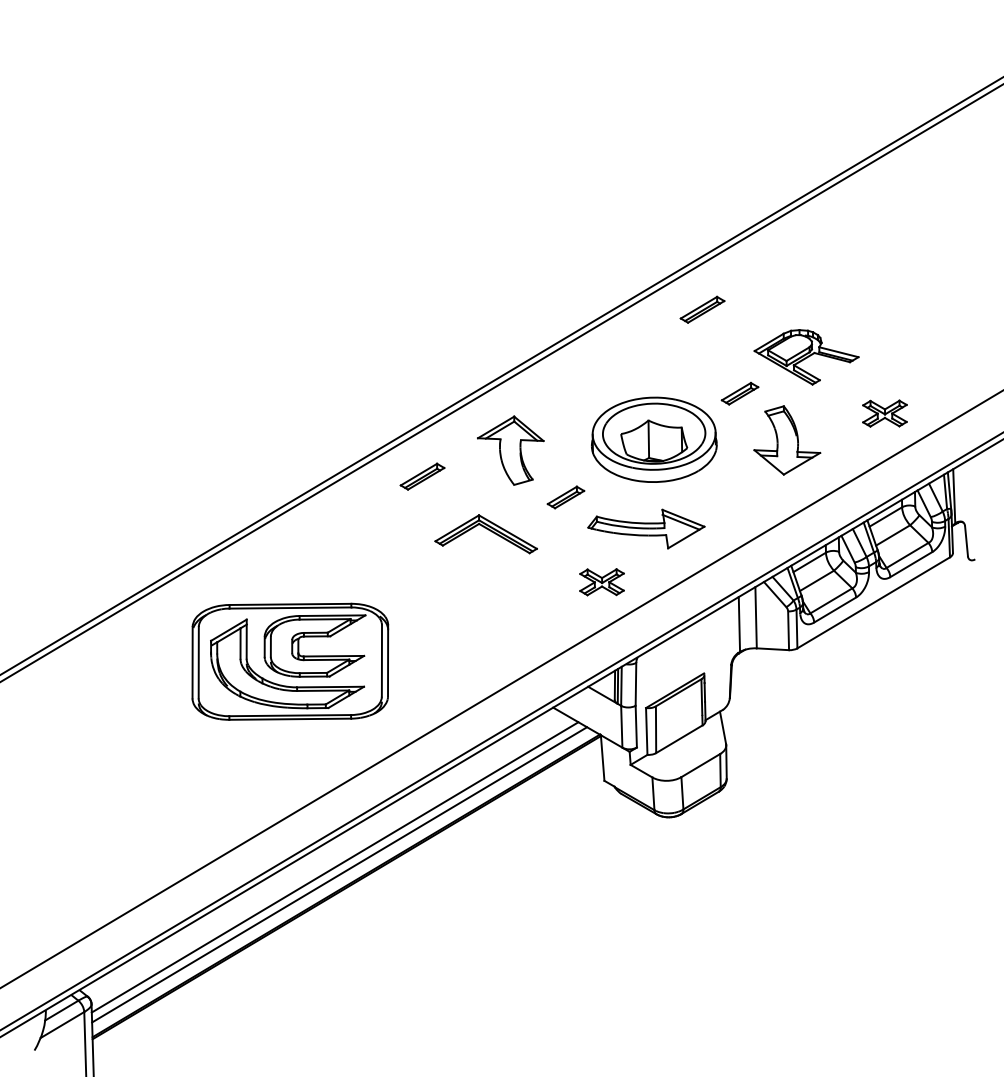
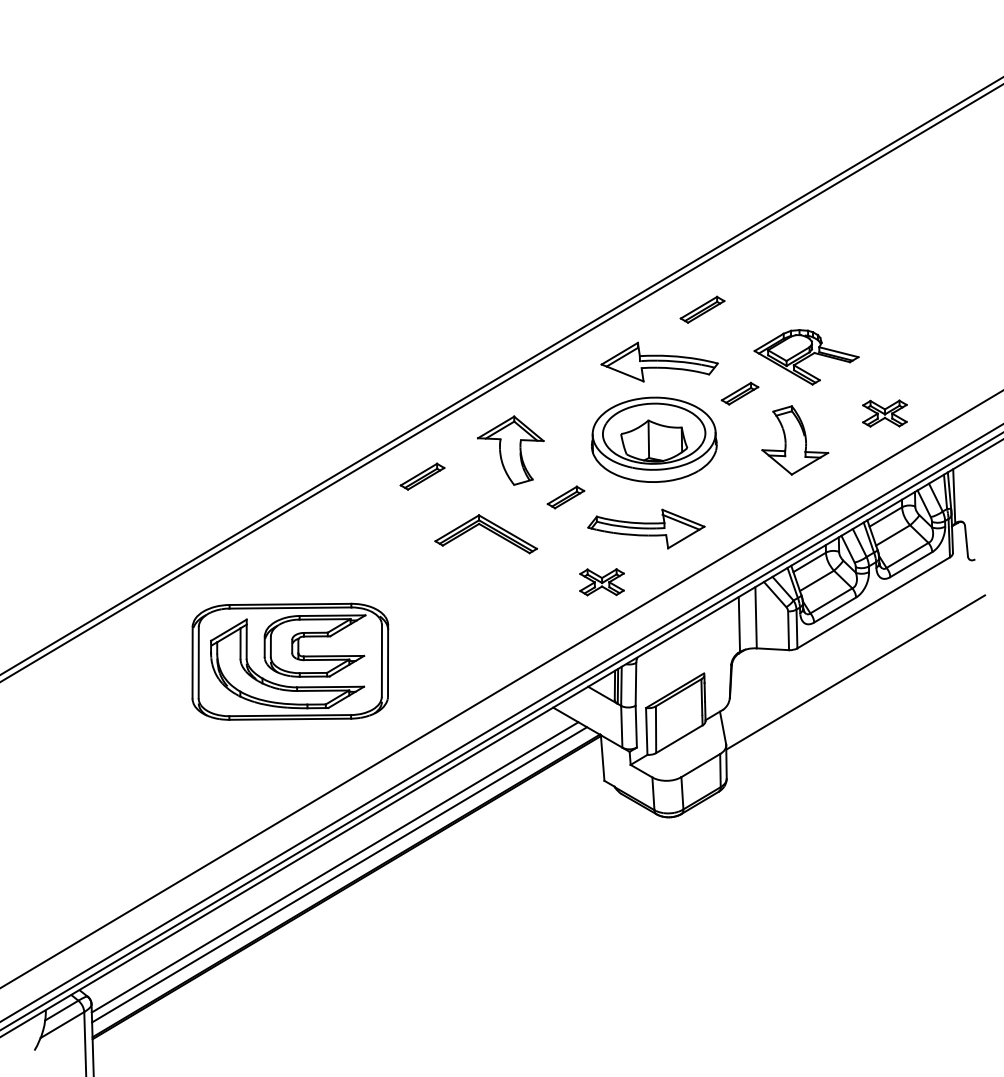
part at (659, 361): none -> present
part at (787, 440) position: (787, 440) -> (795, 440)
line at (855, 672): none -> present
line at (501, 722): none -> present
